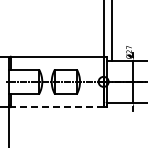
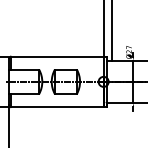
line at (56, 107): dashed -> solid
